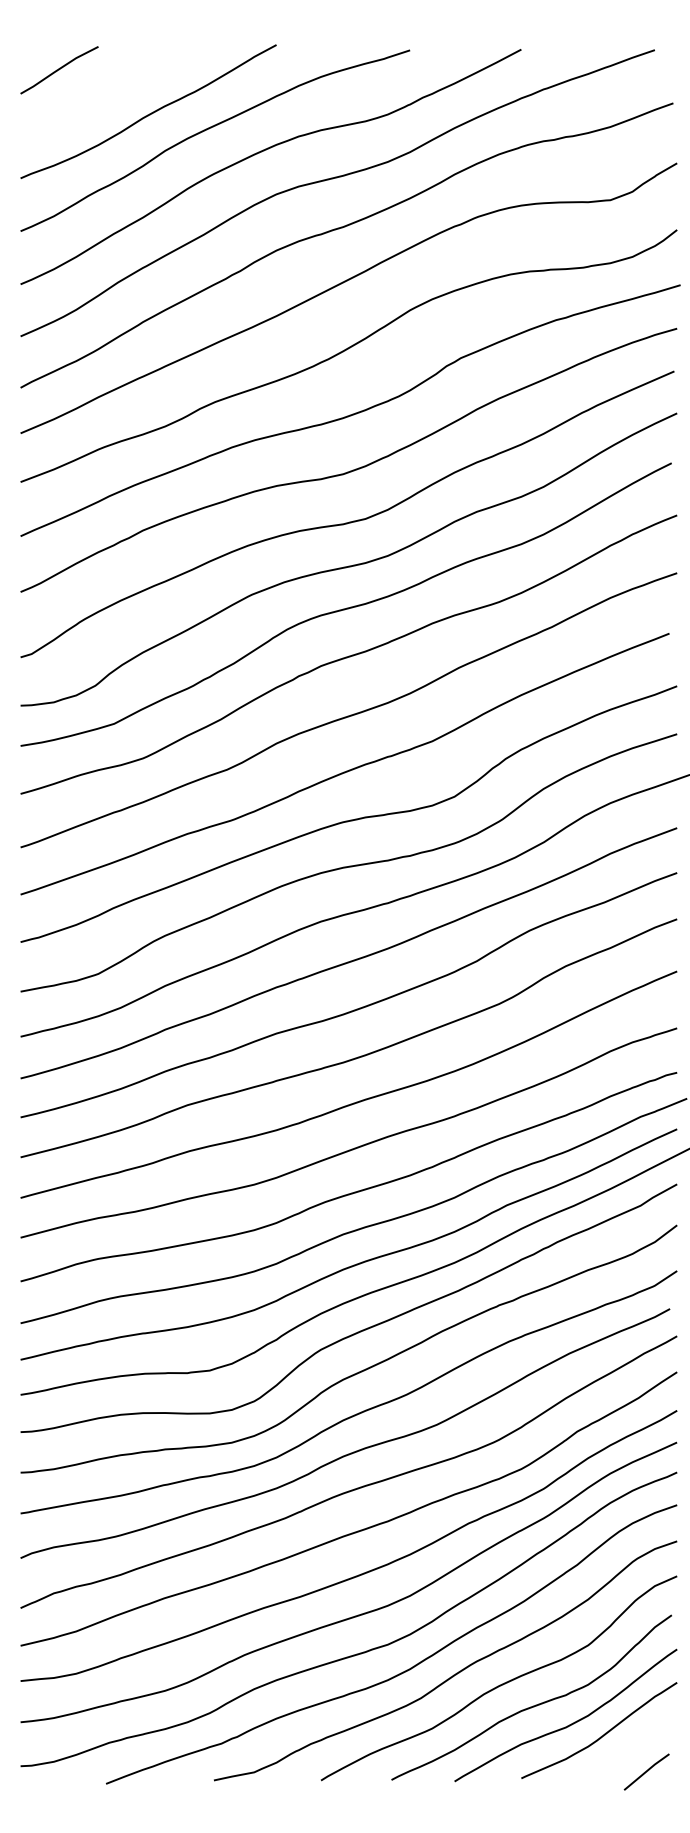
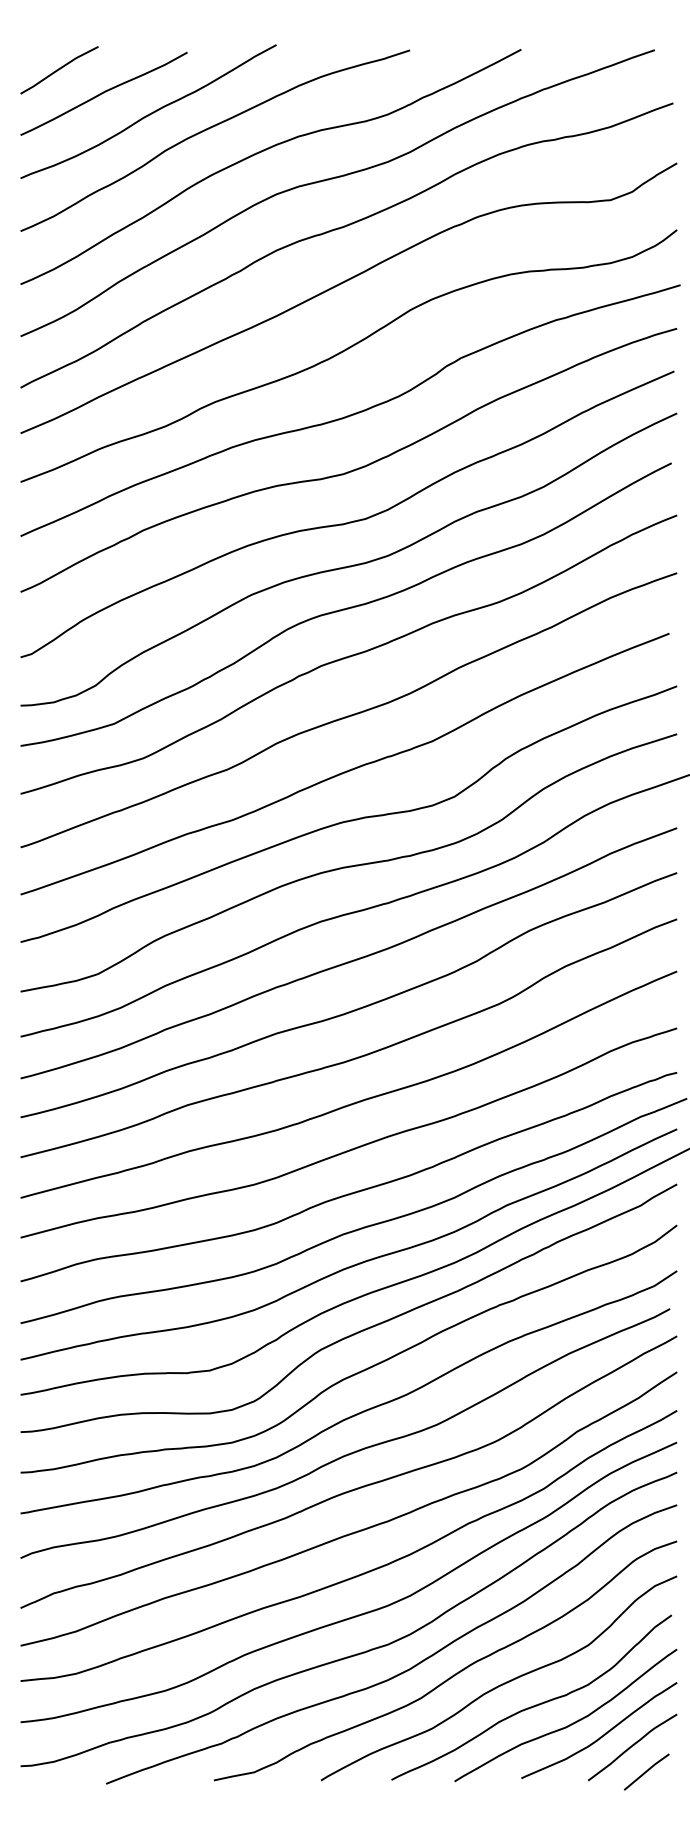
curve at (103, 93): none -> present
curve at (632, 1746): none -> present
